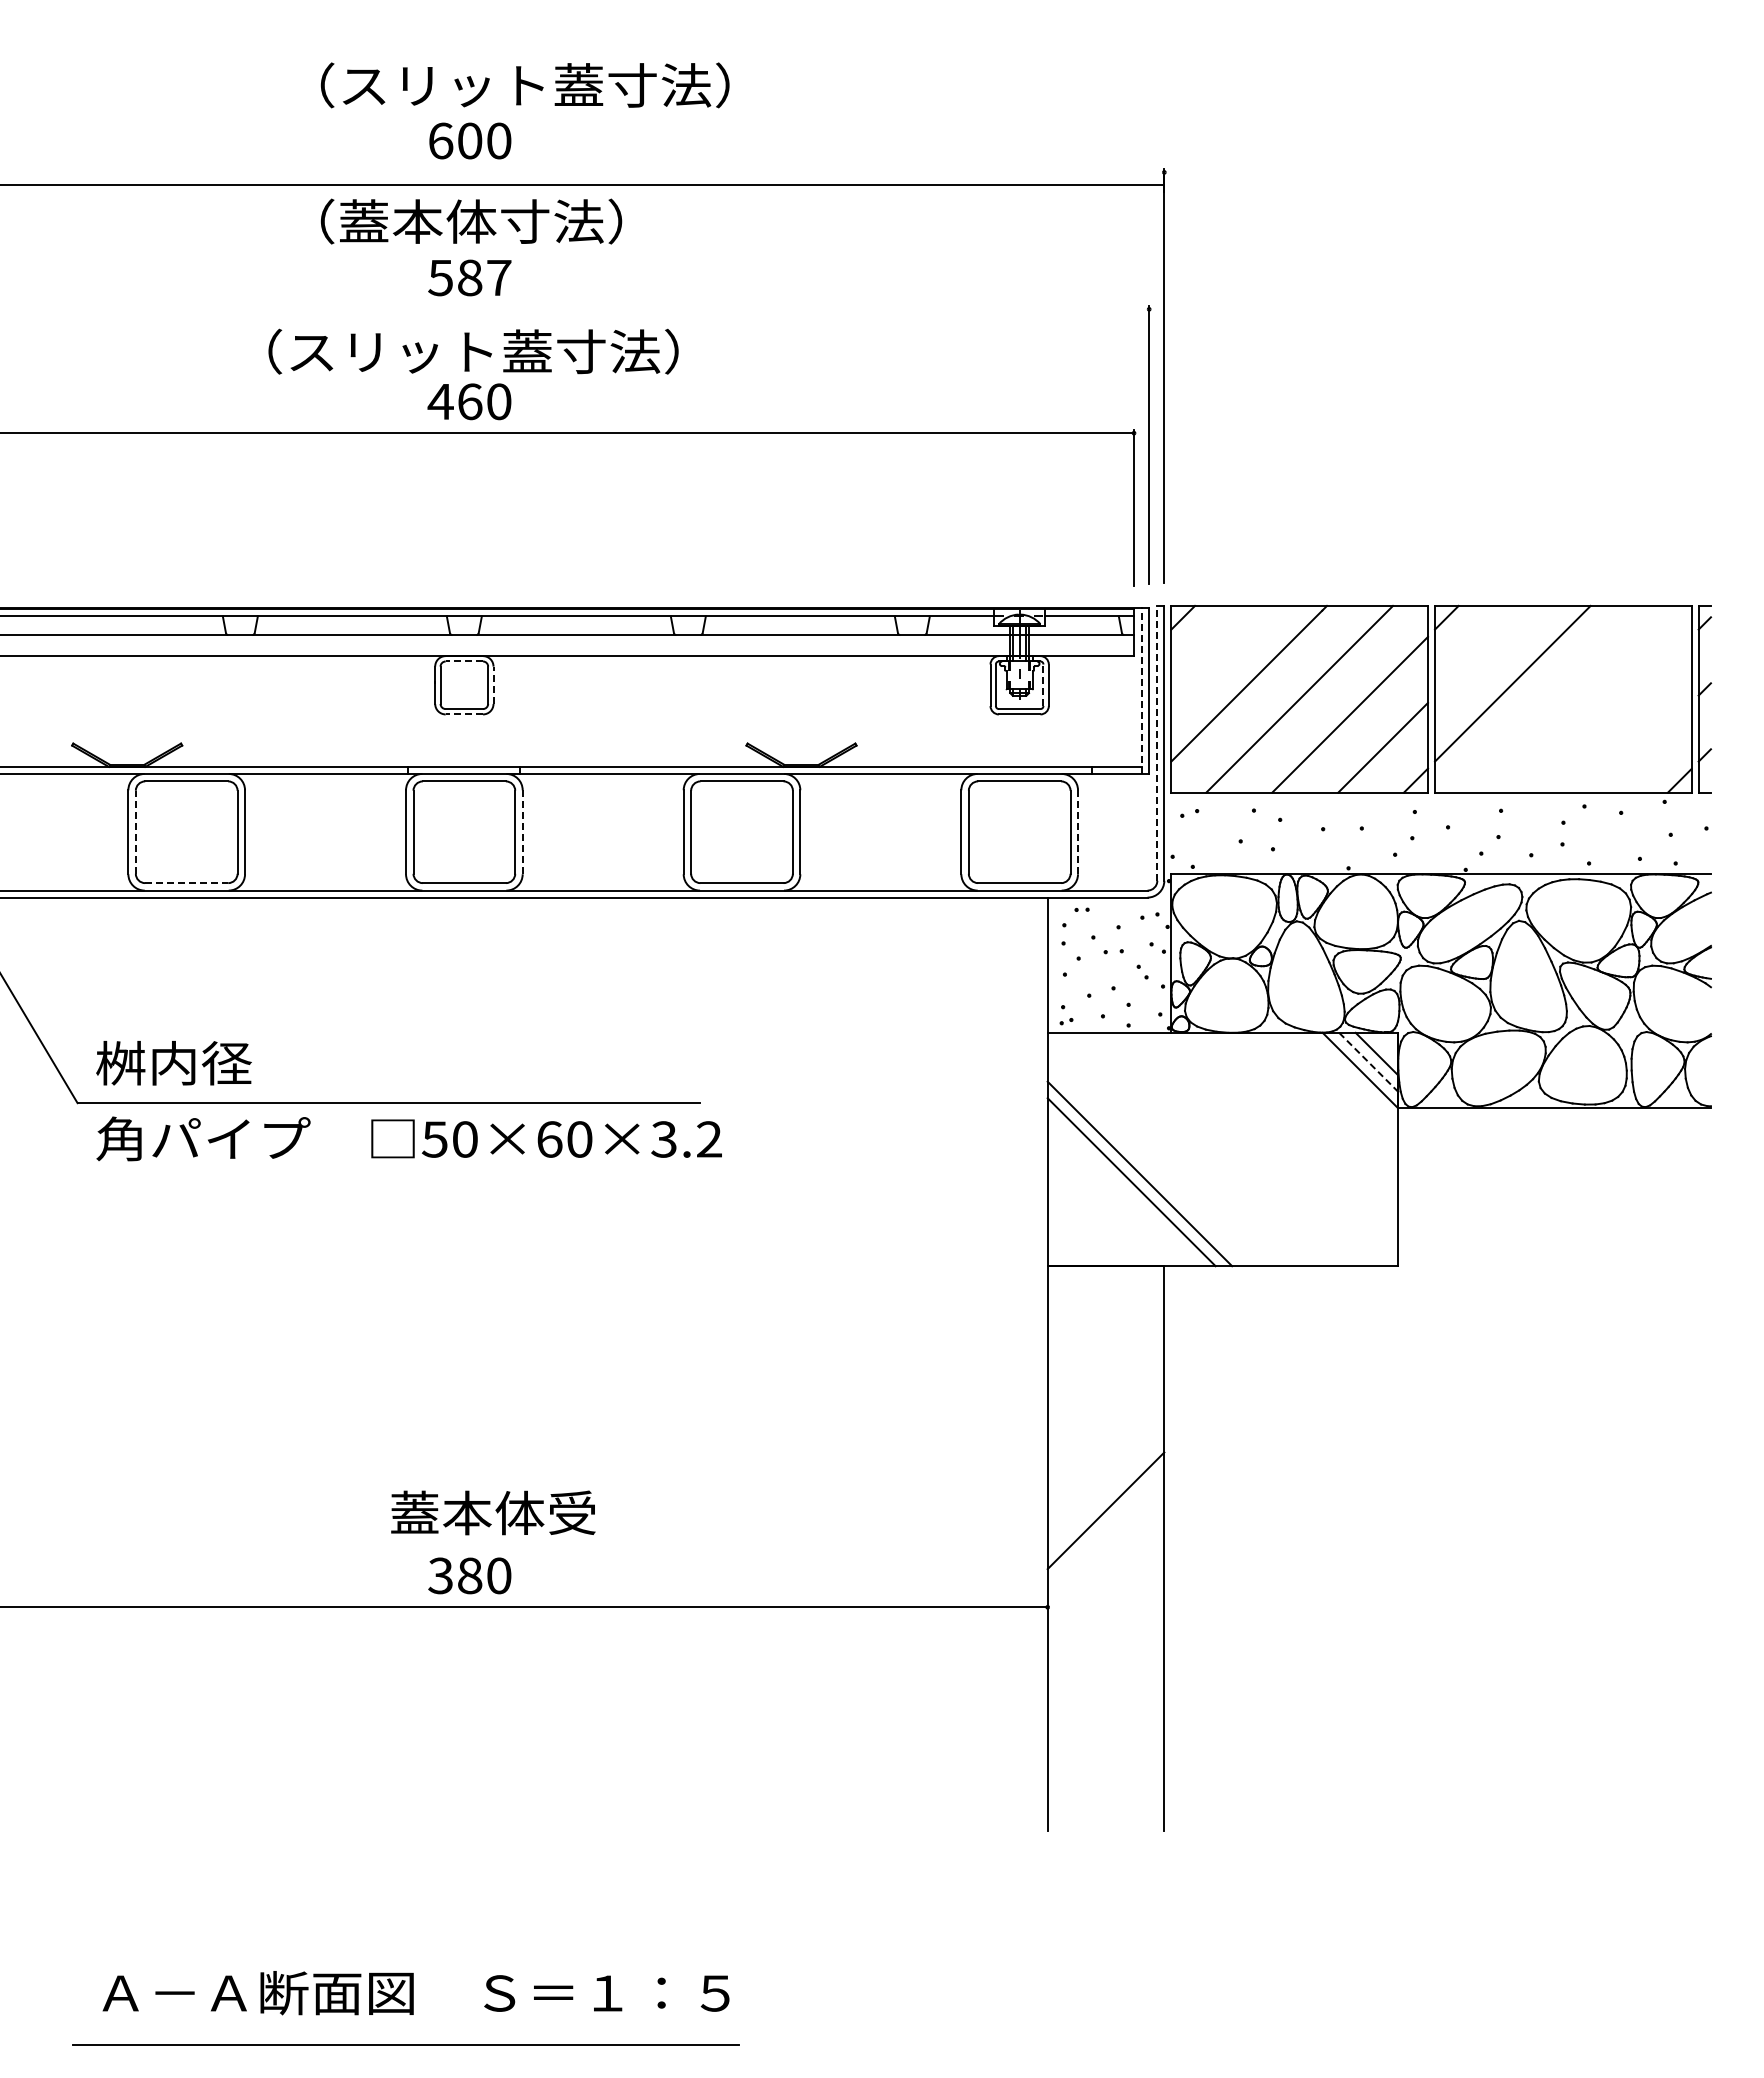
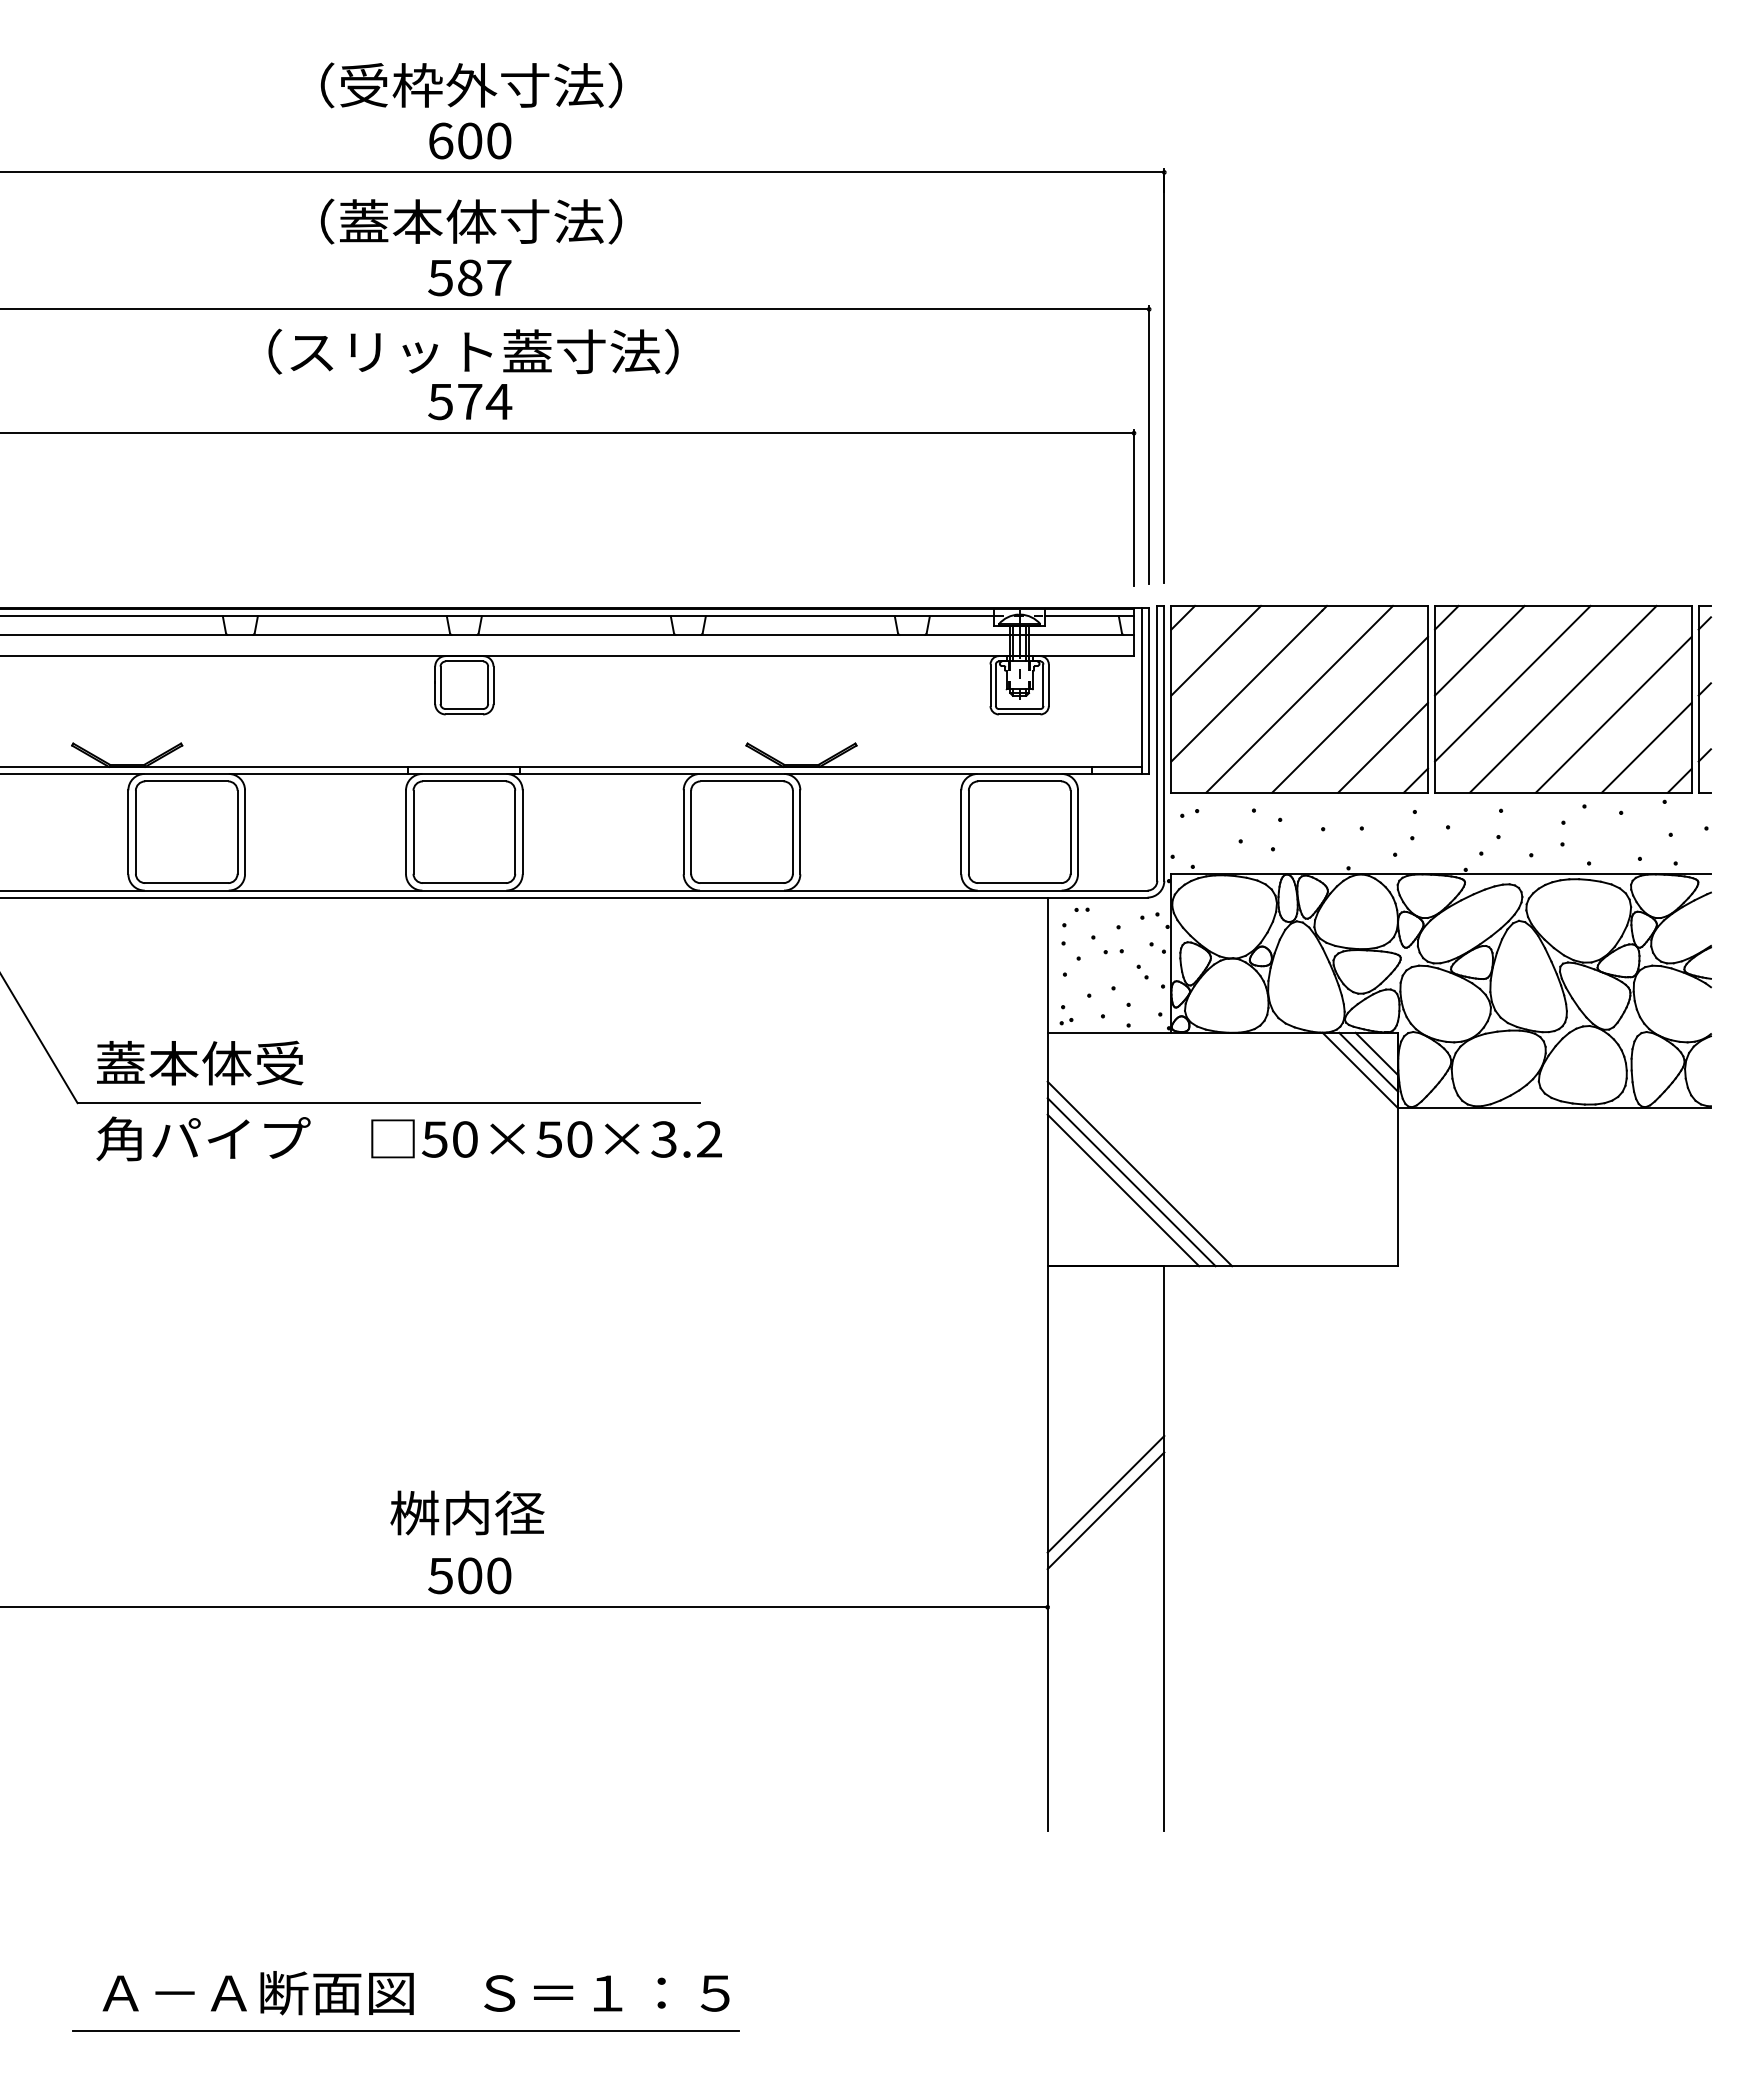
text at (534, 85): （スリット蓋寸法） -> （受枠外寸法）
line at (583, 185) position: (583, 185) -> (583, 172)
line at (575, 309): none -> present
text at (469, 401): 460 -> 574
line at (1216, 650): none -> present
line at (1479, 650): none -> present
line at (464, 661): dashed -> solid
line at (493, 685): dashed -> solid
line at (1043, 685): dashed -> solid
line at (1142, 691): dashed -> solid
line at (1563, 698): none -> present
line at (464, 714): dashed -> solid
line at (1613, 714): none -> present
line at (1157, 742): dashed -> solid
line at (1646, 747): none -> present
line at (135, 832): dashed -> solid
line at (522, 832): dashed -> solid
line at (1078, 832): dashed -> solid
line at (186, 883): dashed -> solid
text at (199, 1062): 桝内径 -> 蓋本体受
line at (1368, 1062): dashed -> solid
text at (549, 1139): 50×60×3.2 -> 50×50×3.2
line at (1123, 1190): none -> present
line at (1105, 1493): none -> present
text at (492, 1512): 蓋本体受 -> 桝内径
text at (455, 1575): 380 -> 500
line at (405, 2044) position: (405, 2044) -> (405, 2030)
